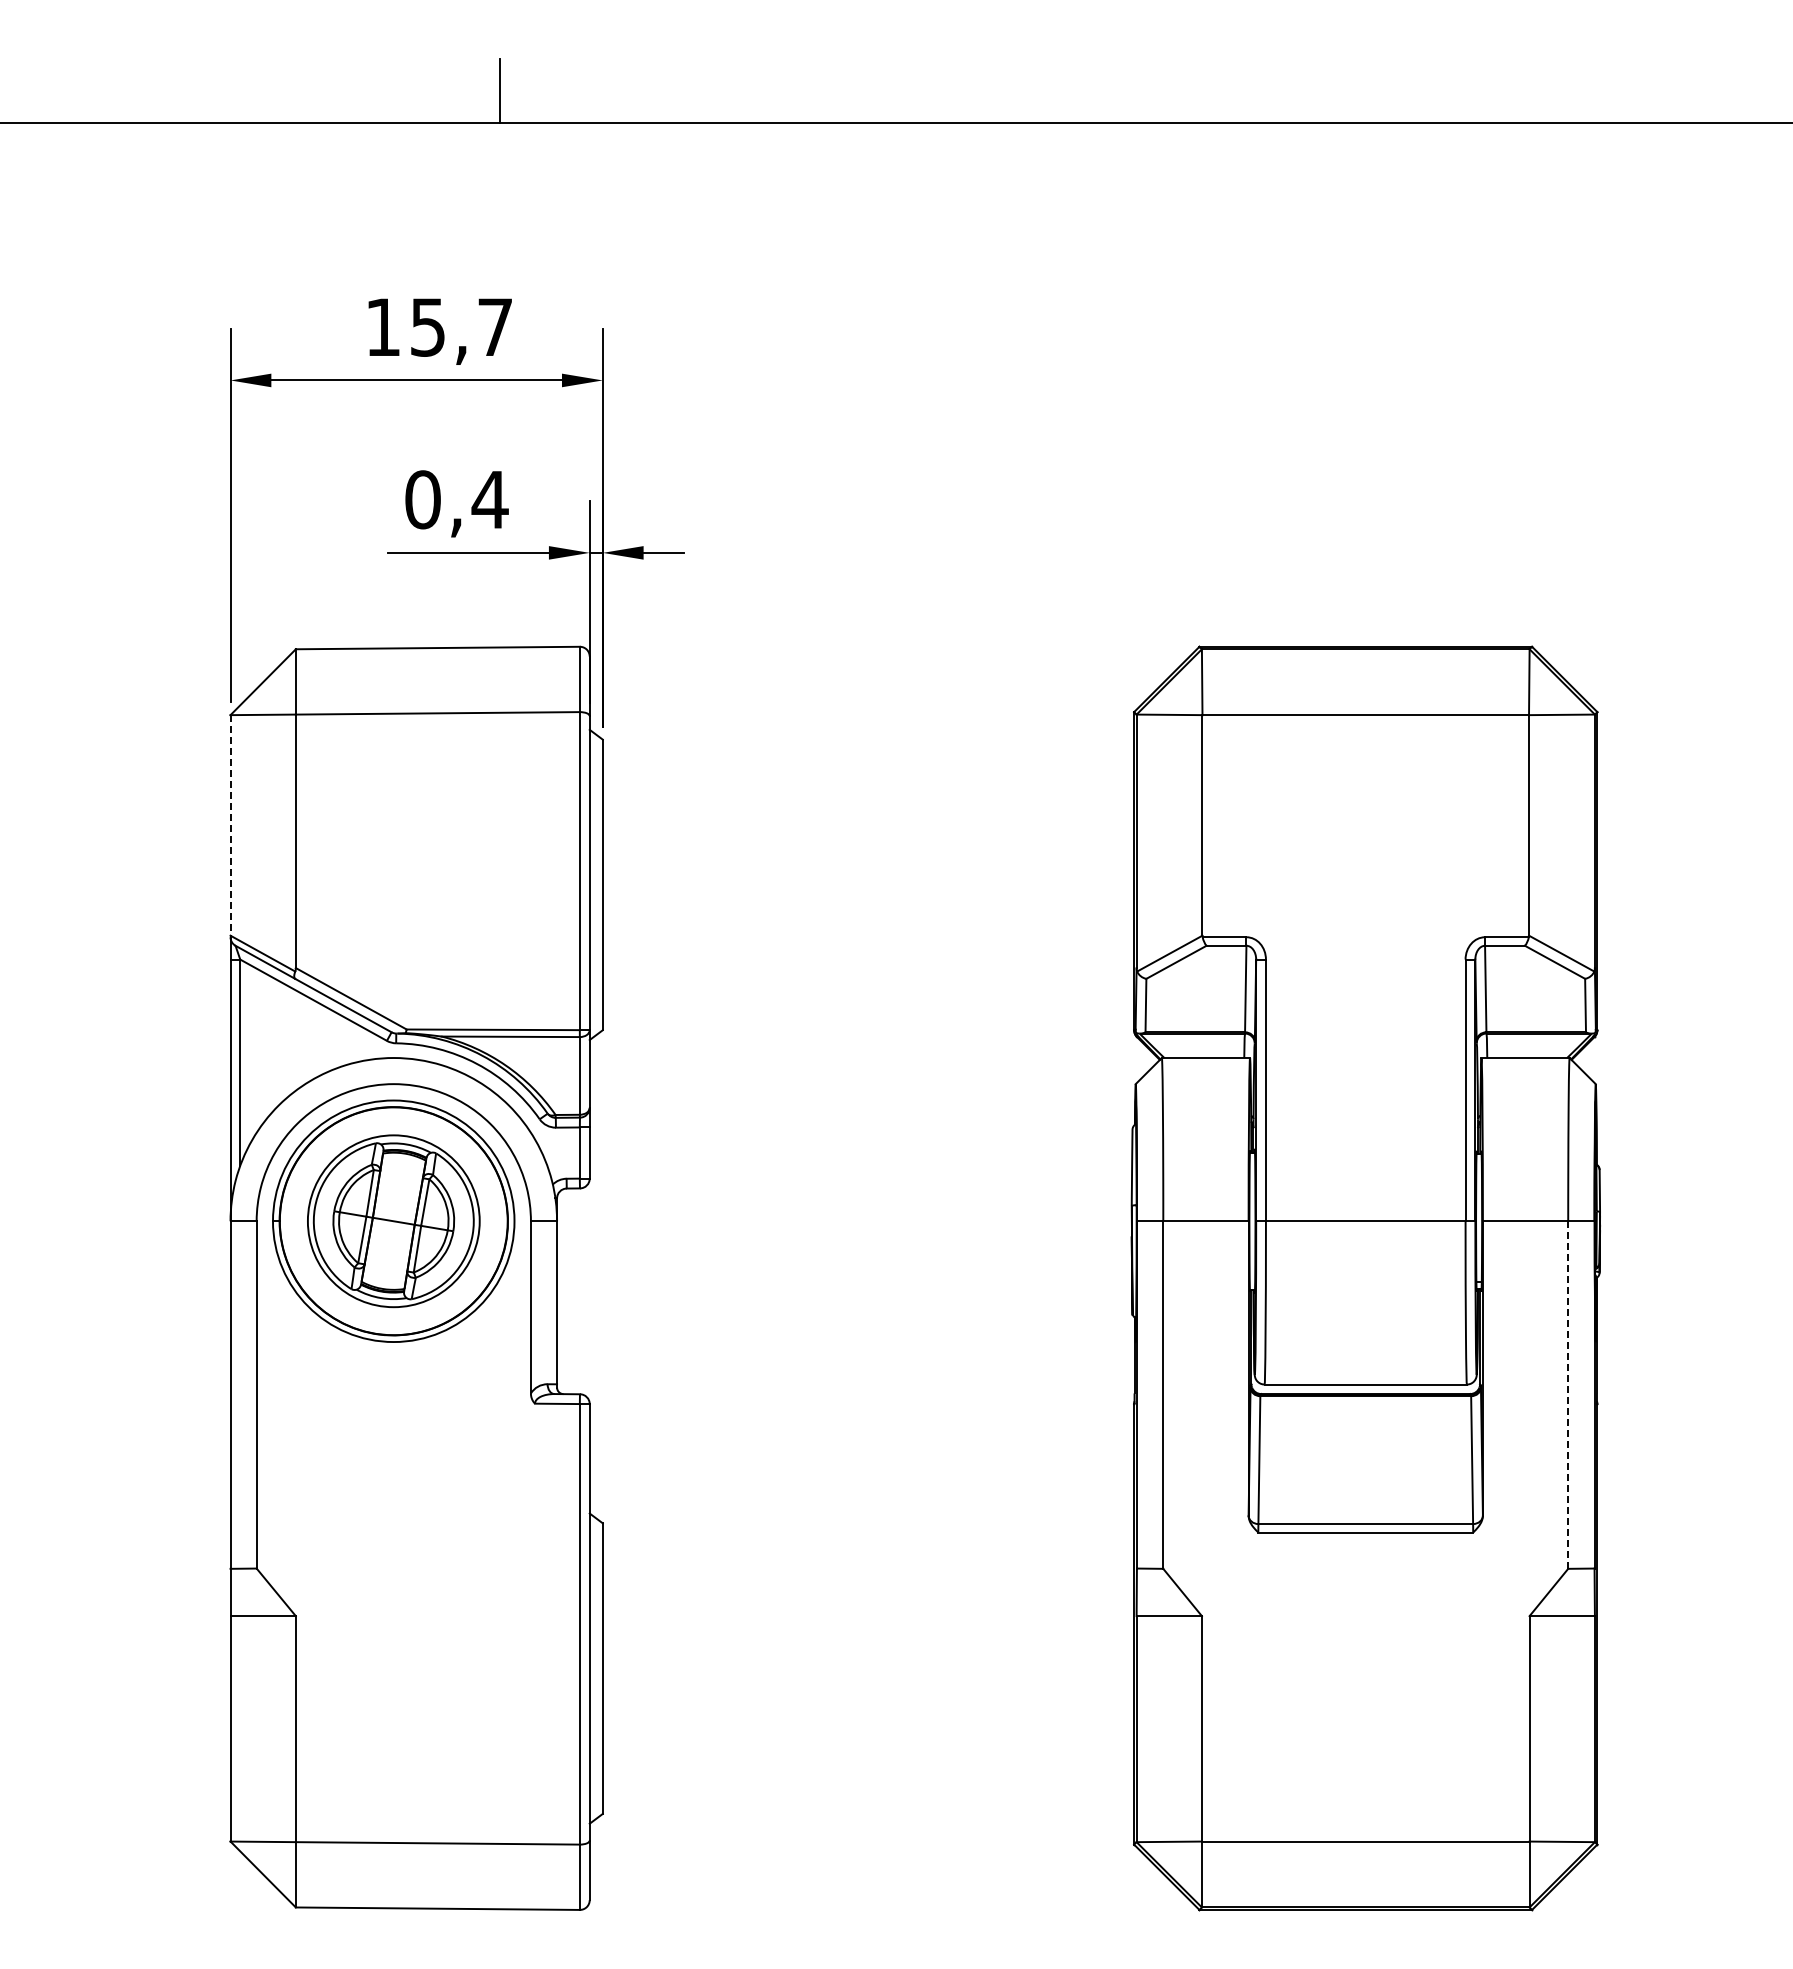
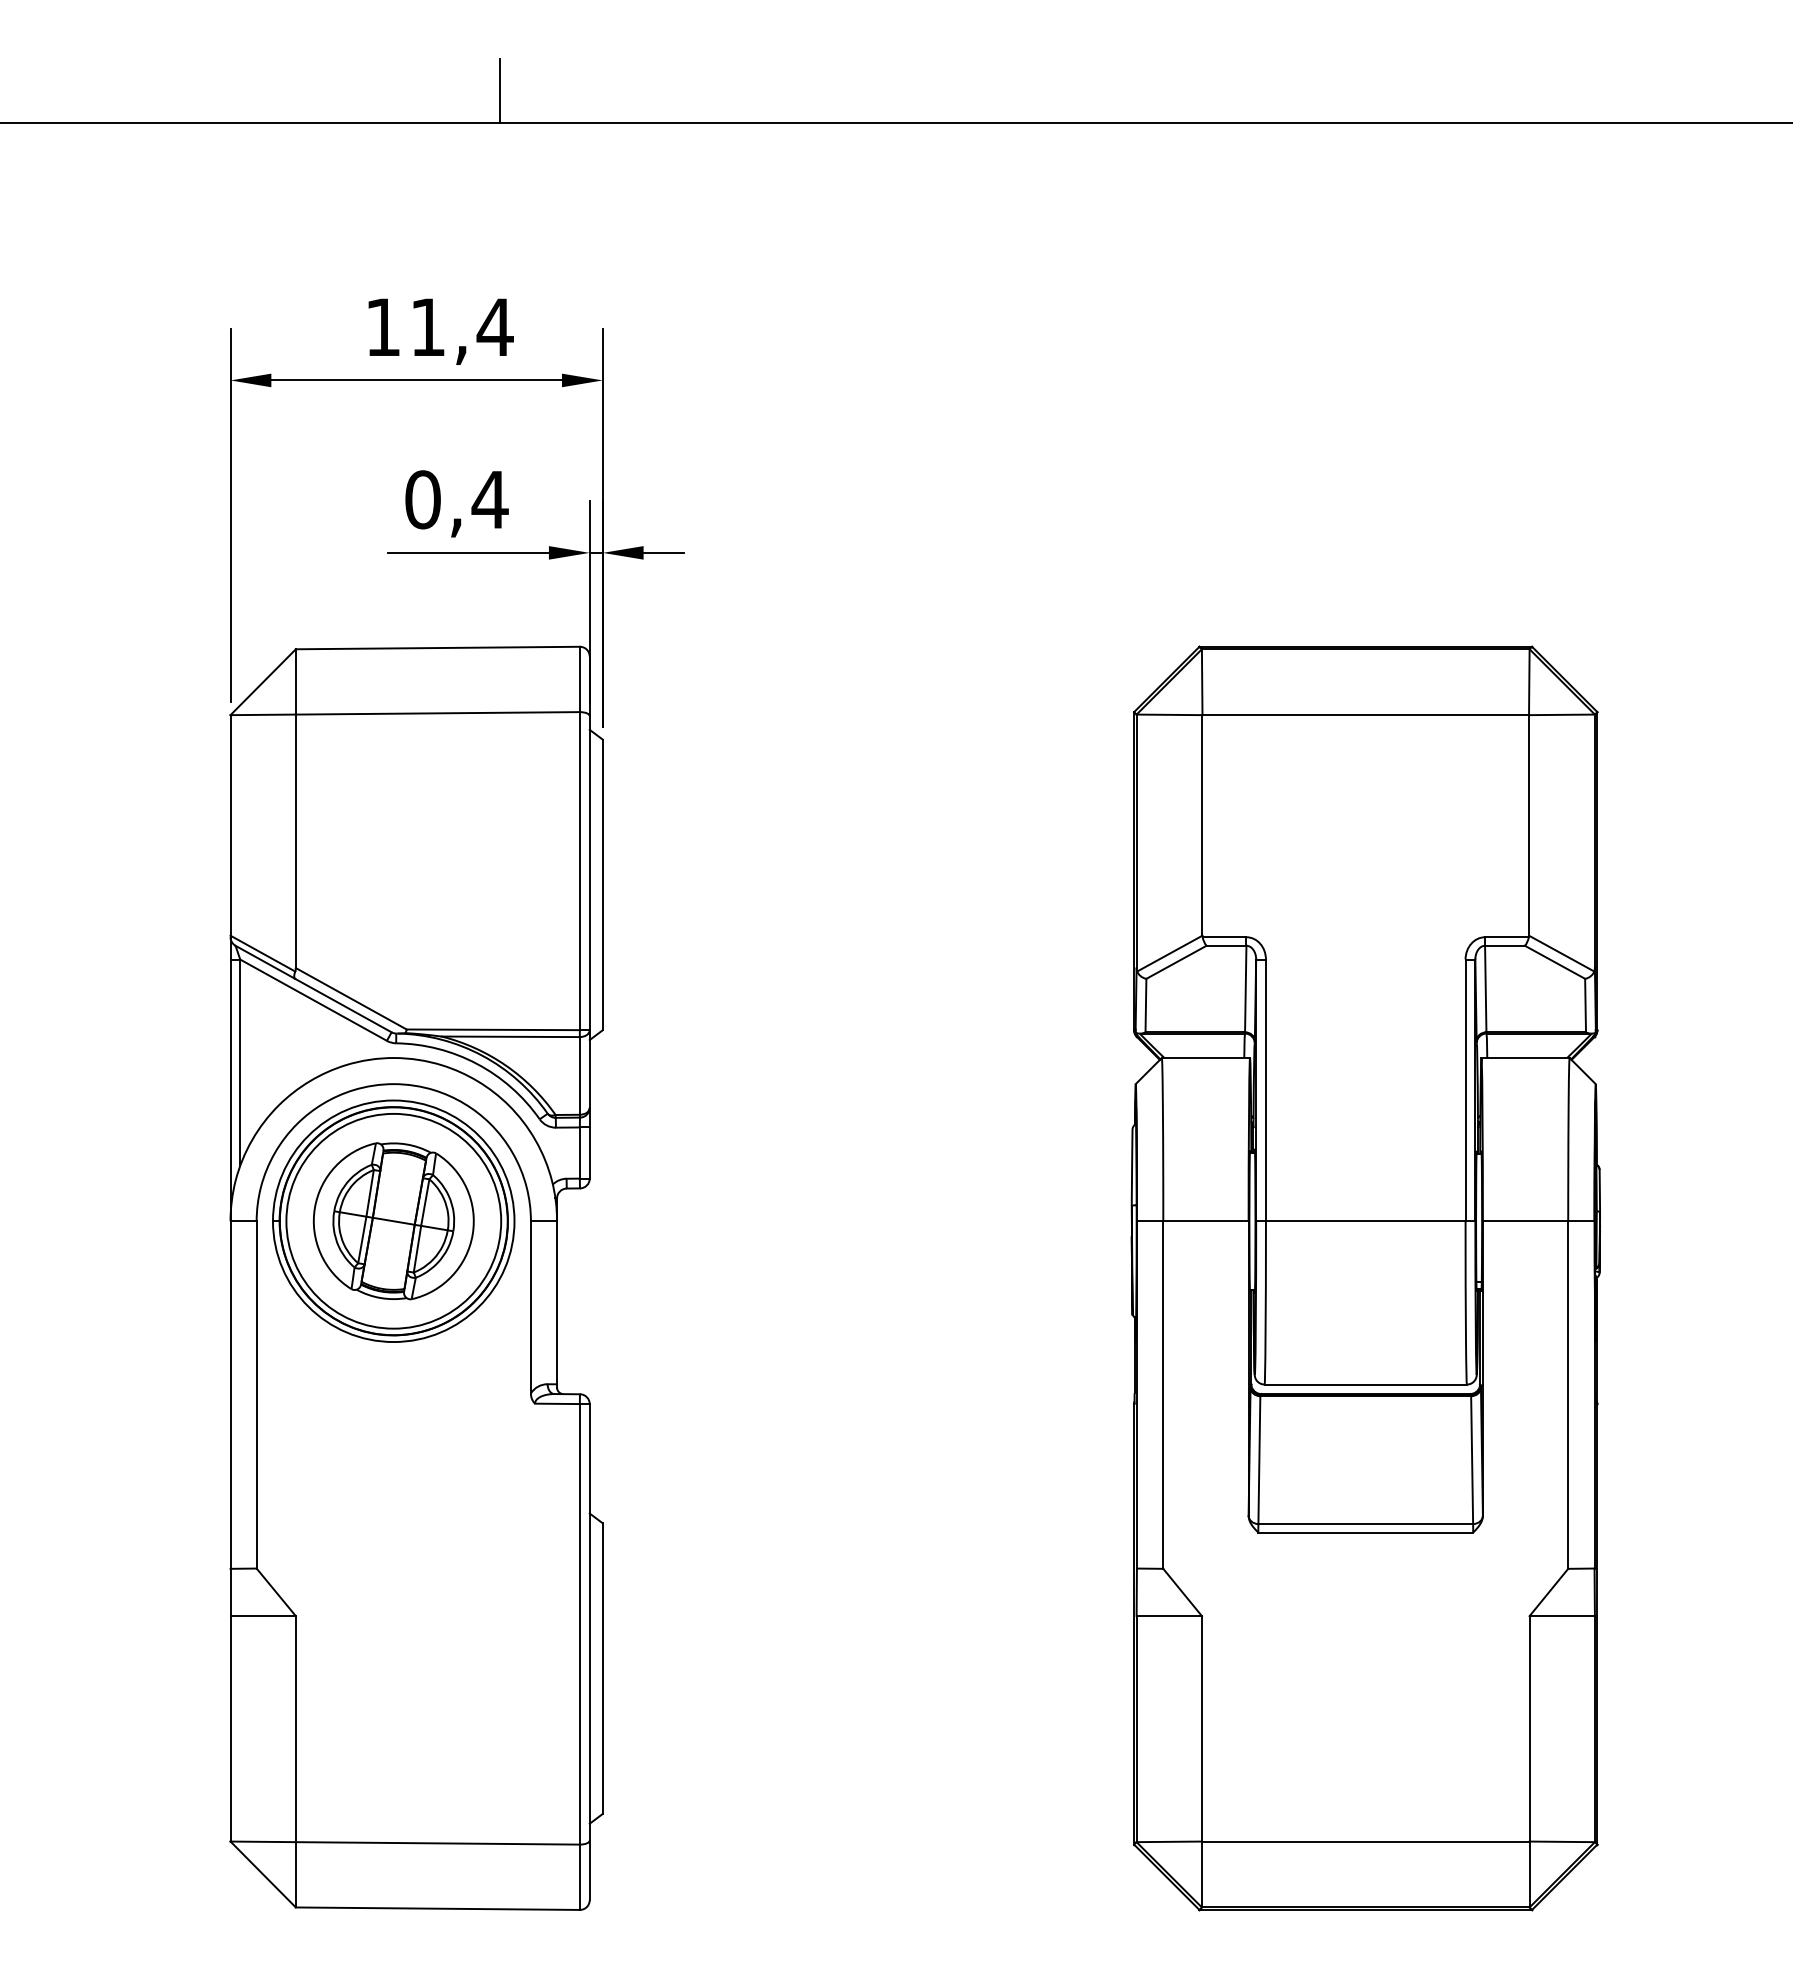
text at (462, 327): 15,7 -> 11,4
line at (230, 825): dashed -> solid
circle at (393, 1221) diameter: 172 px -> 215 px
line at (1568, 1395): dashed -> solid
